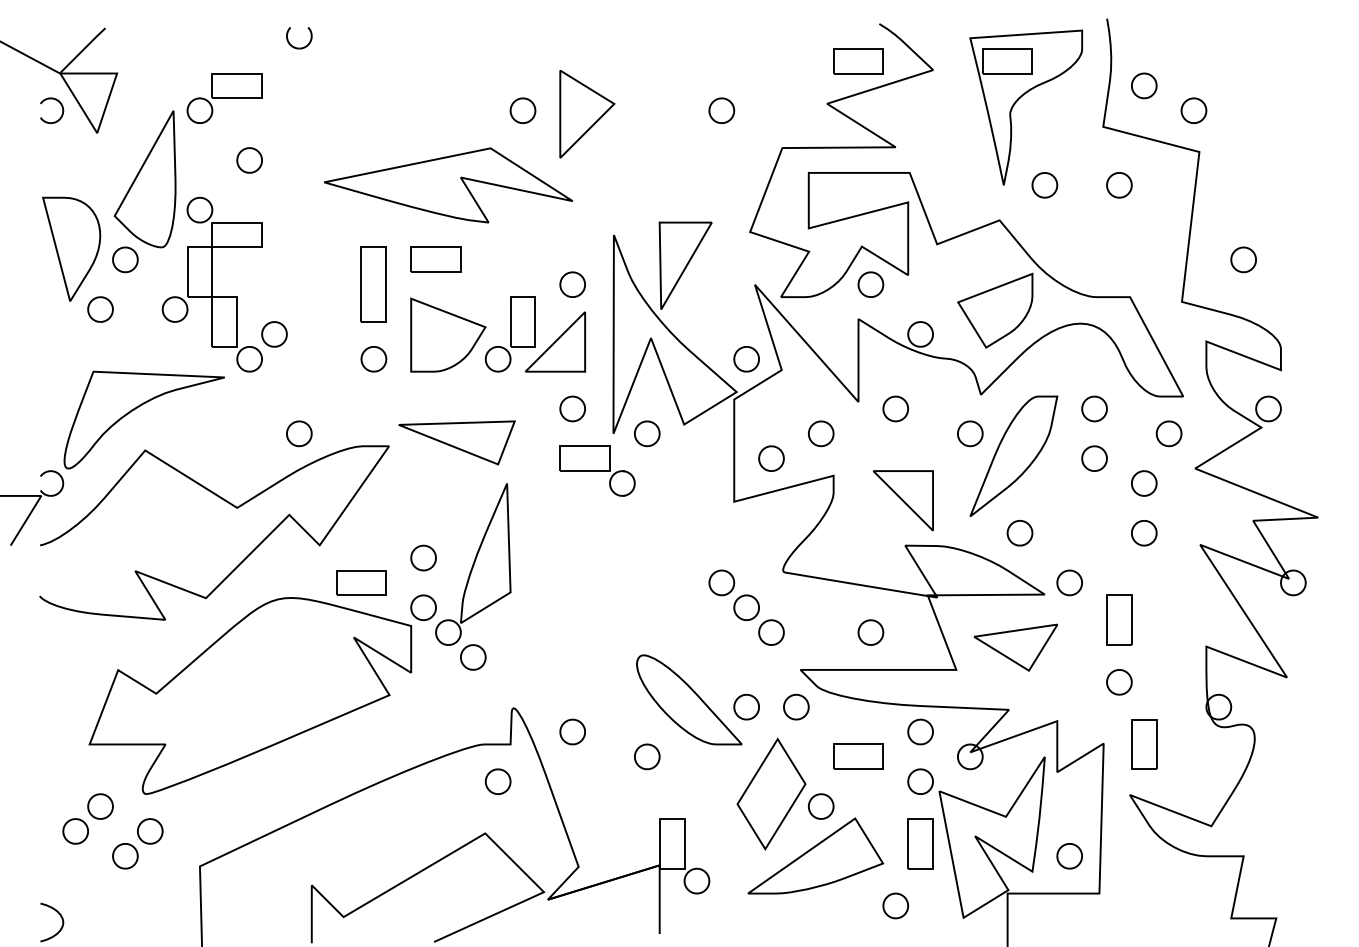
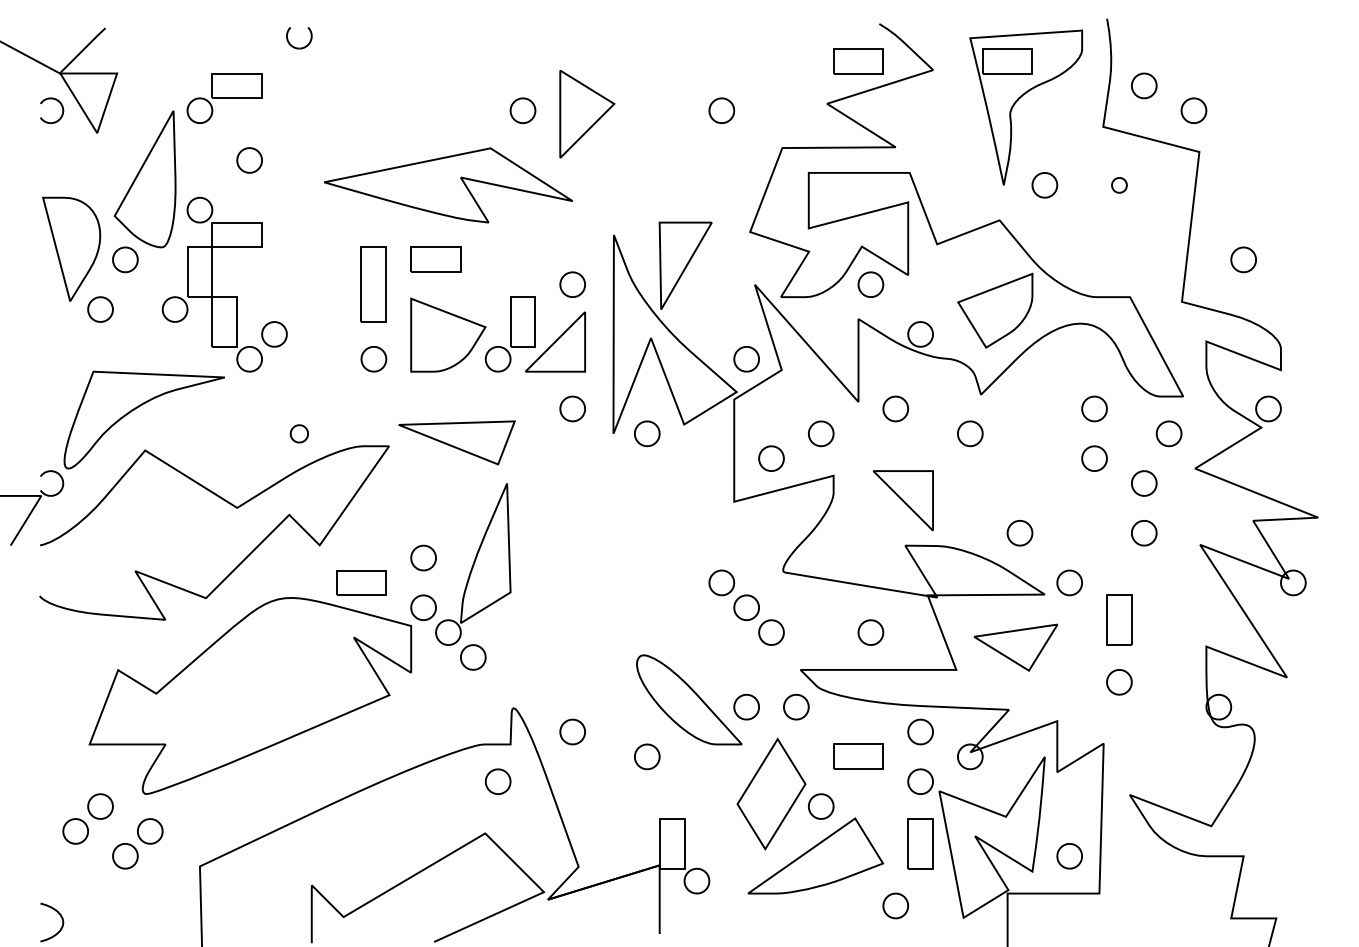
part at (1119, 185) size: 27x27 px -> 17x17 px
part at (299, 433) size: 27x28 px -> 20x20 px
part at (1013, 455): present -> none
part at (597, 470): present -> none
part at (1144, 744): present -> none
